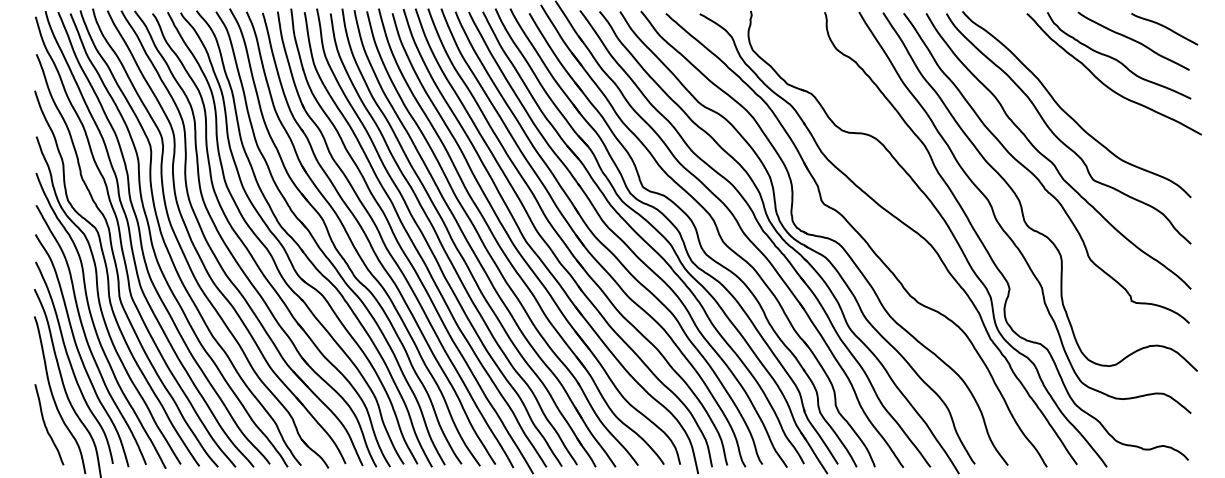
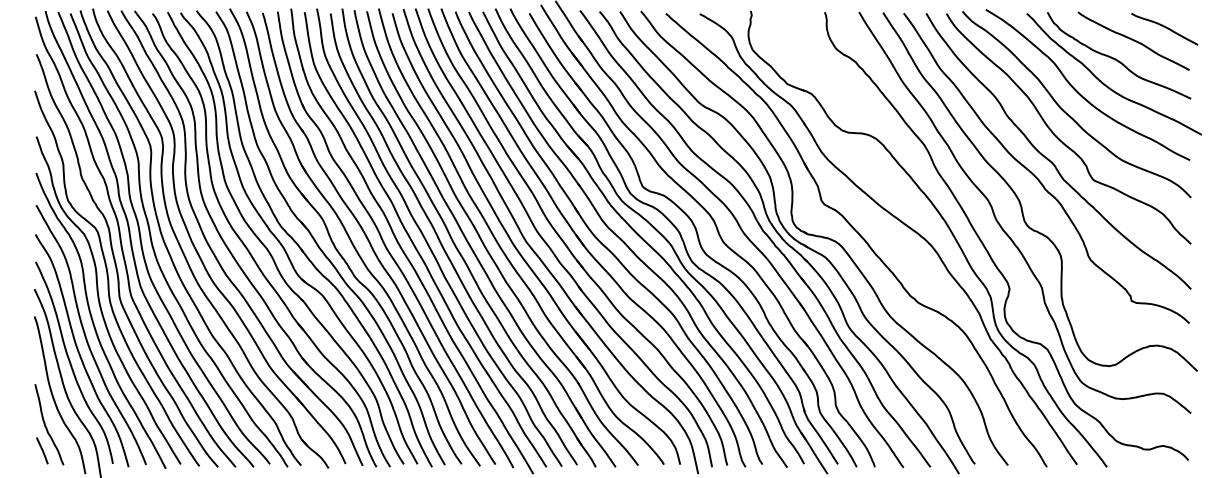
curve at (1079, 92): none -> present
line at (42, 450): none -> present
